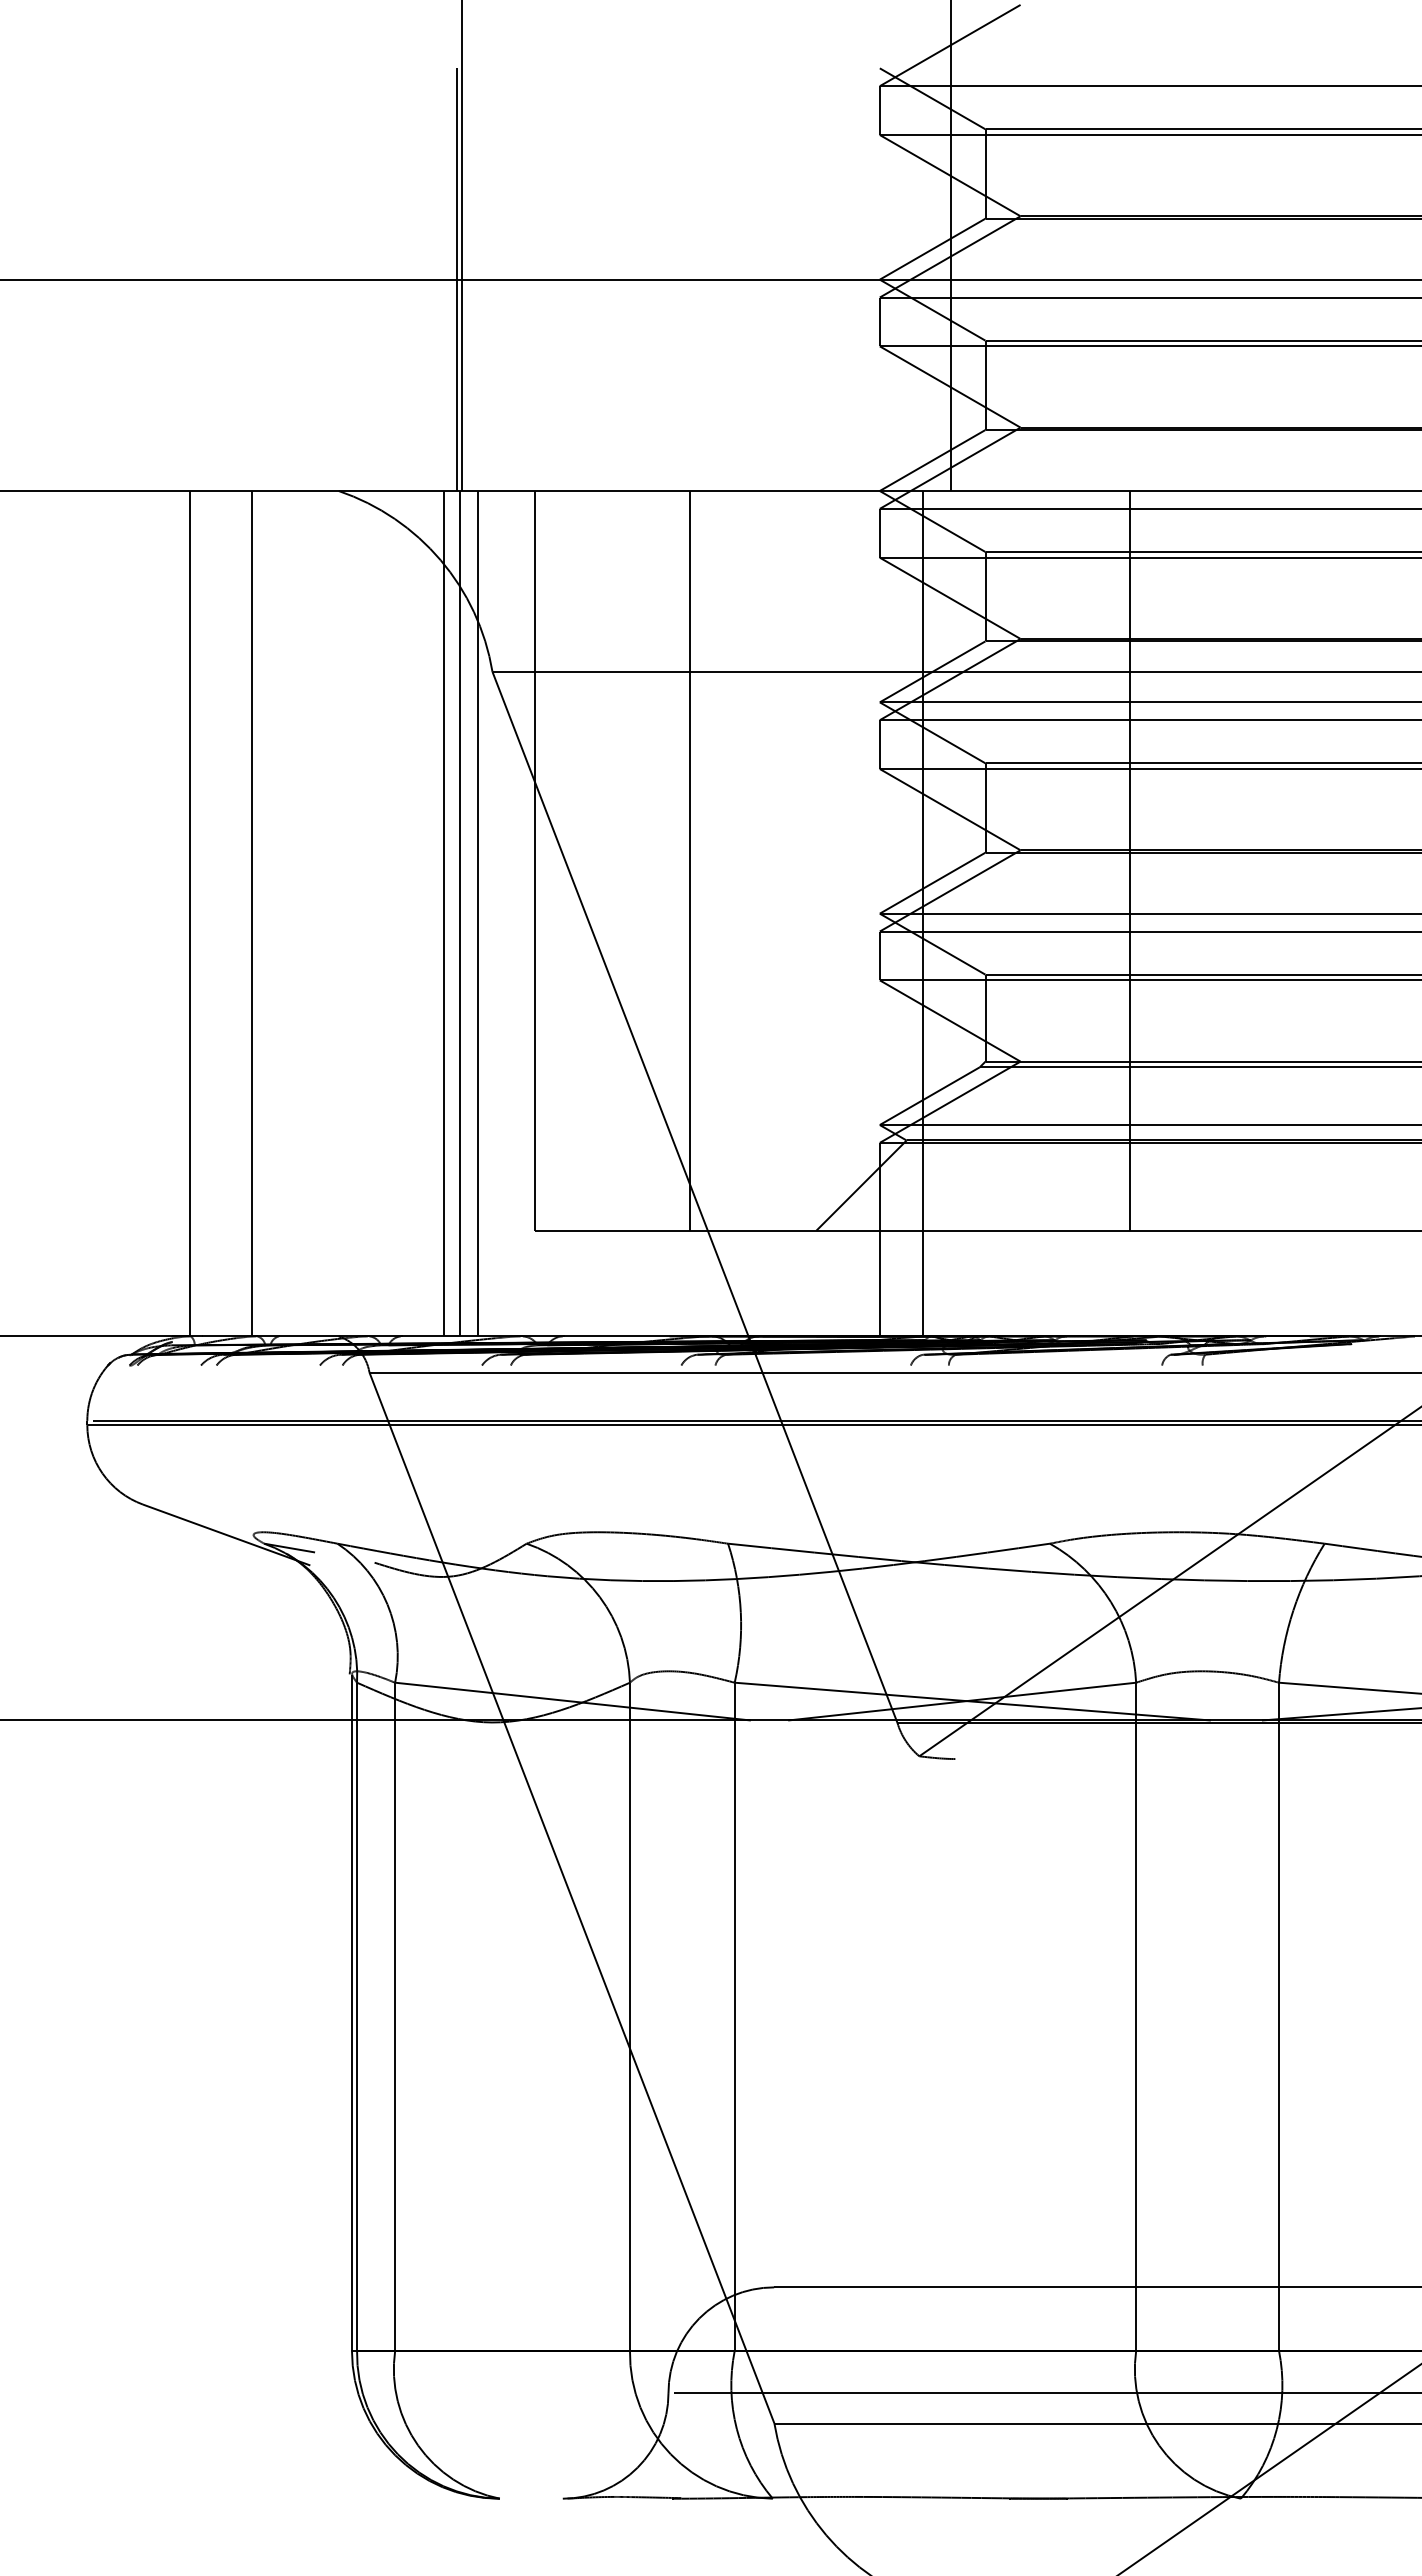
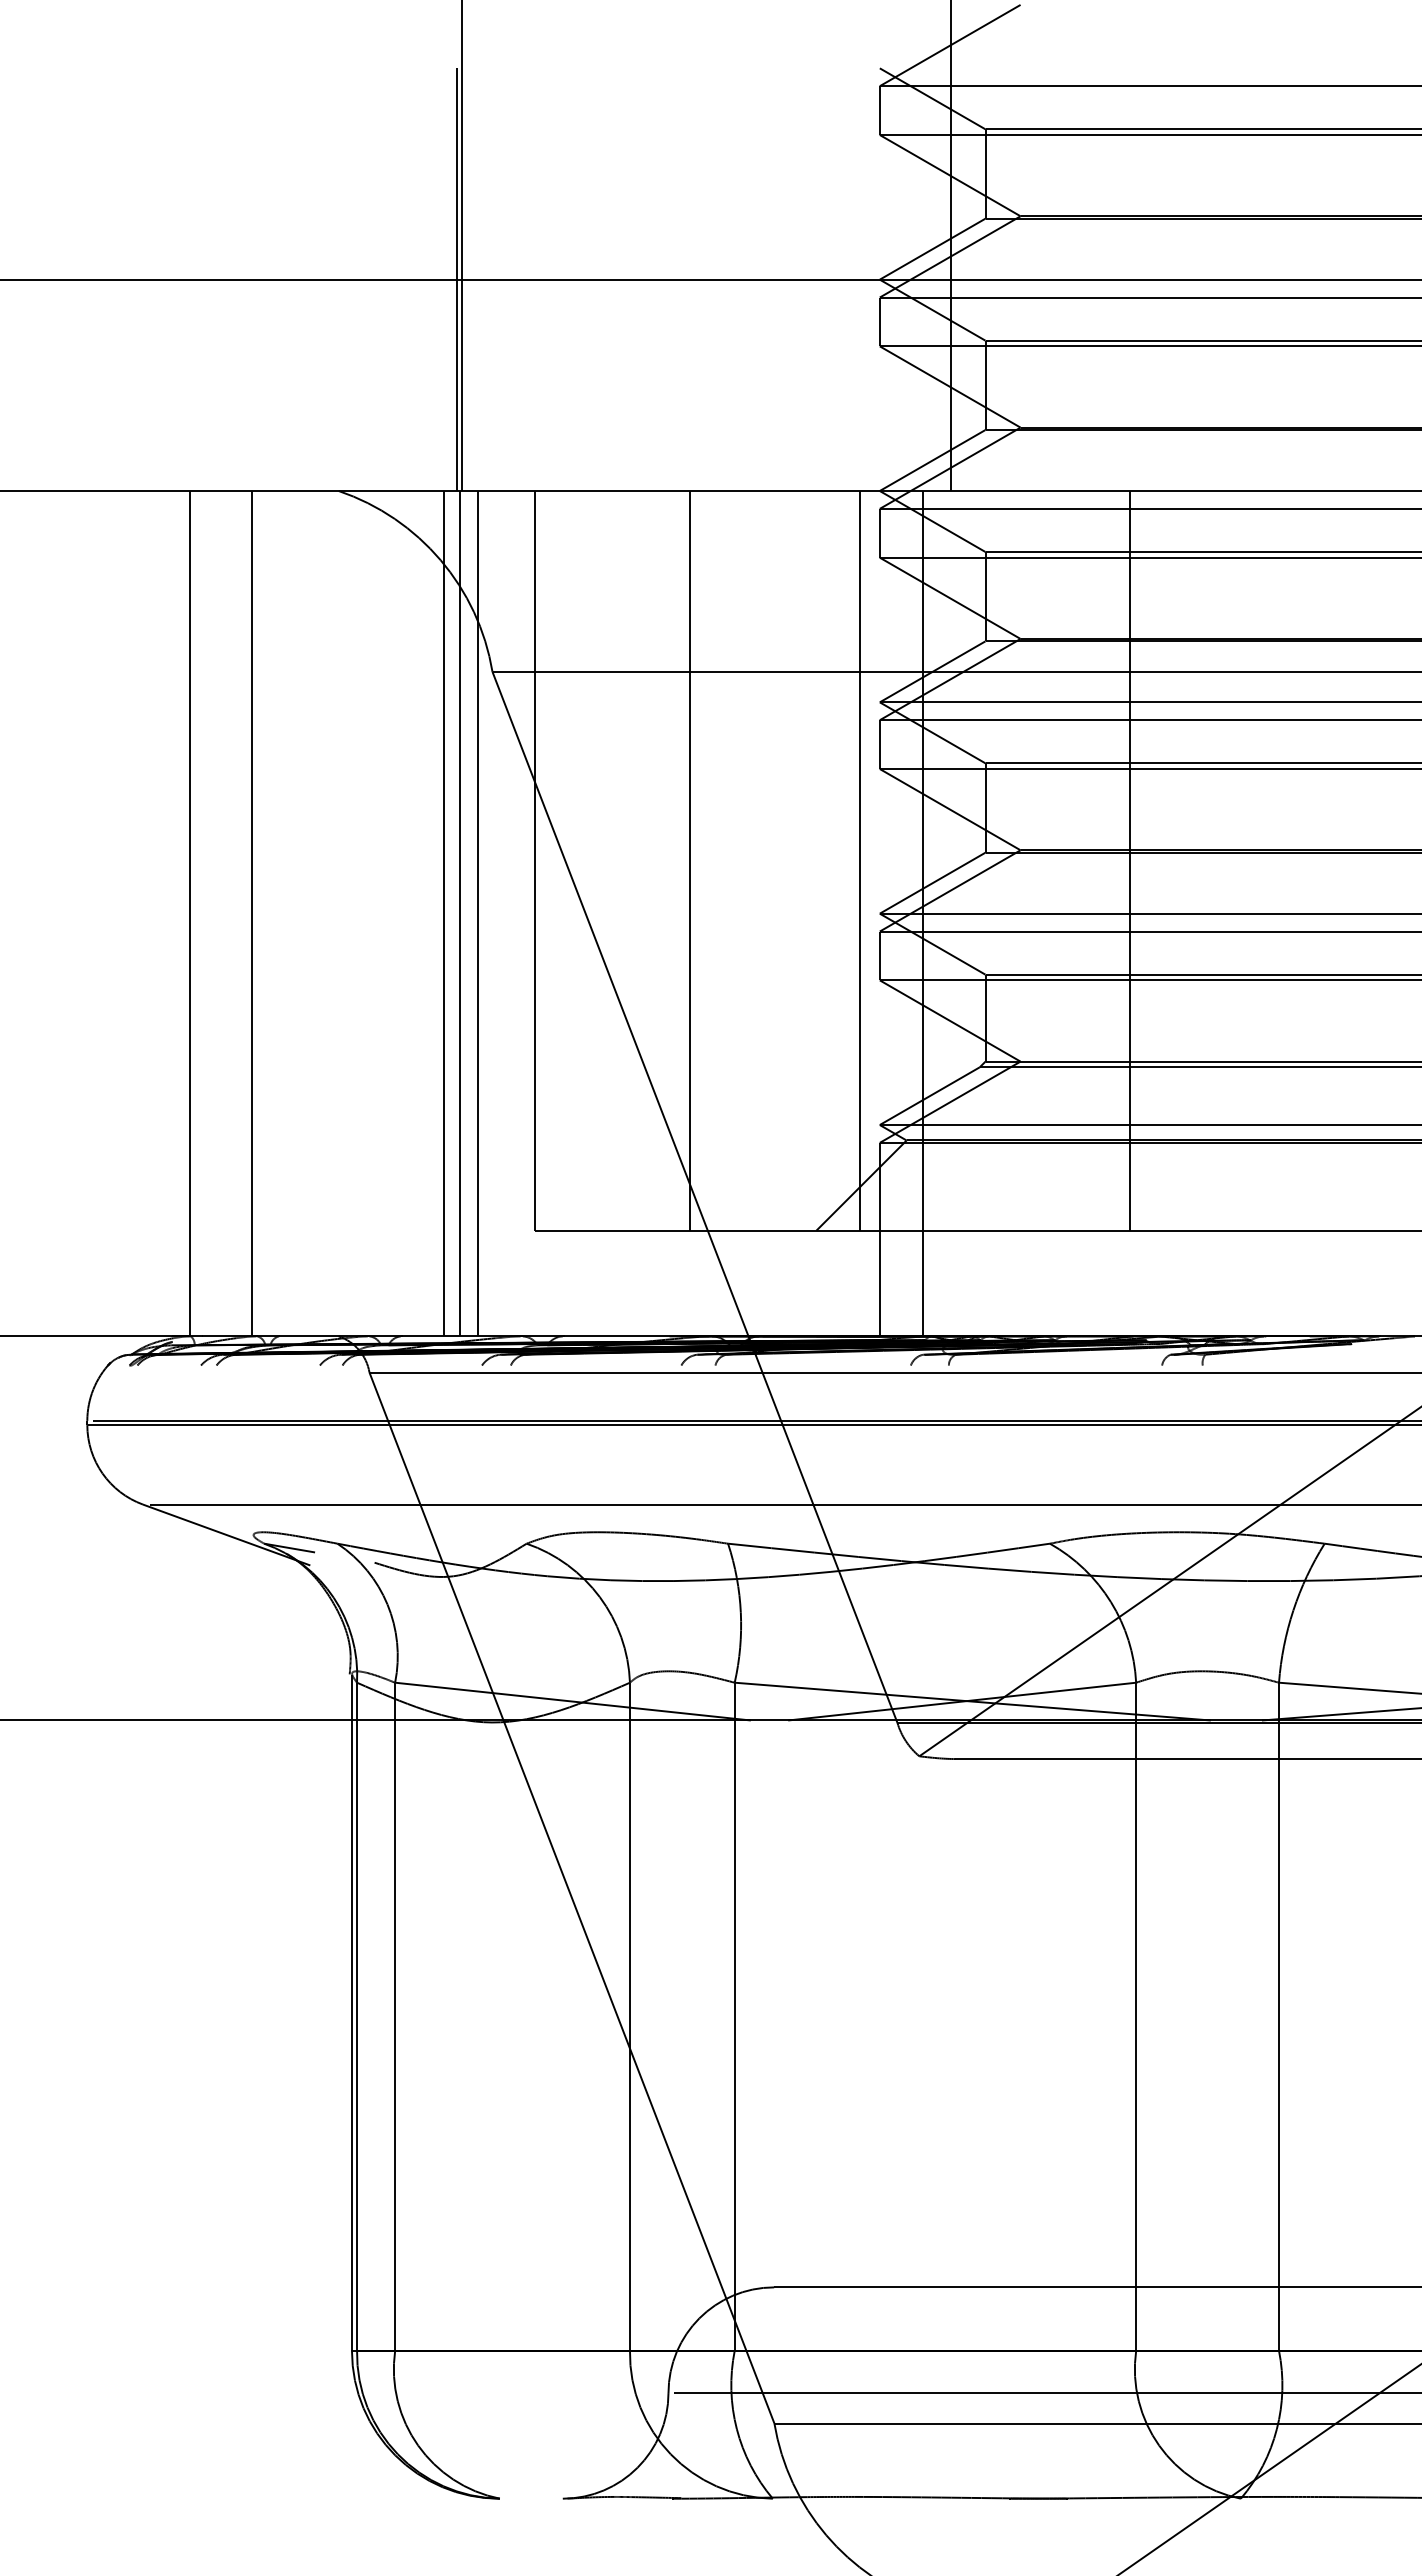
line at (860, 860): none -> present
line at (783, 1504): none -> present
line at (1186, 1759): none -> present
